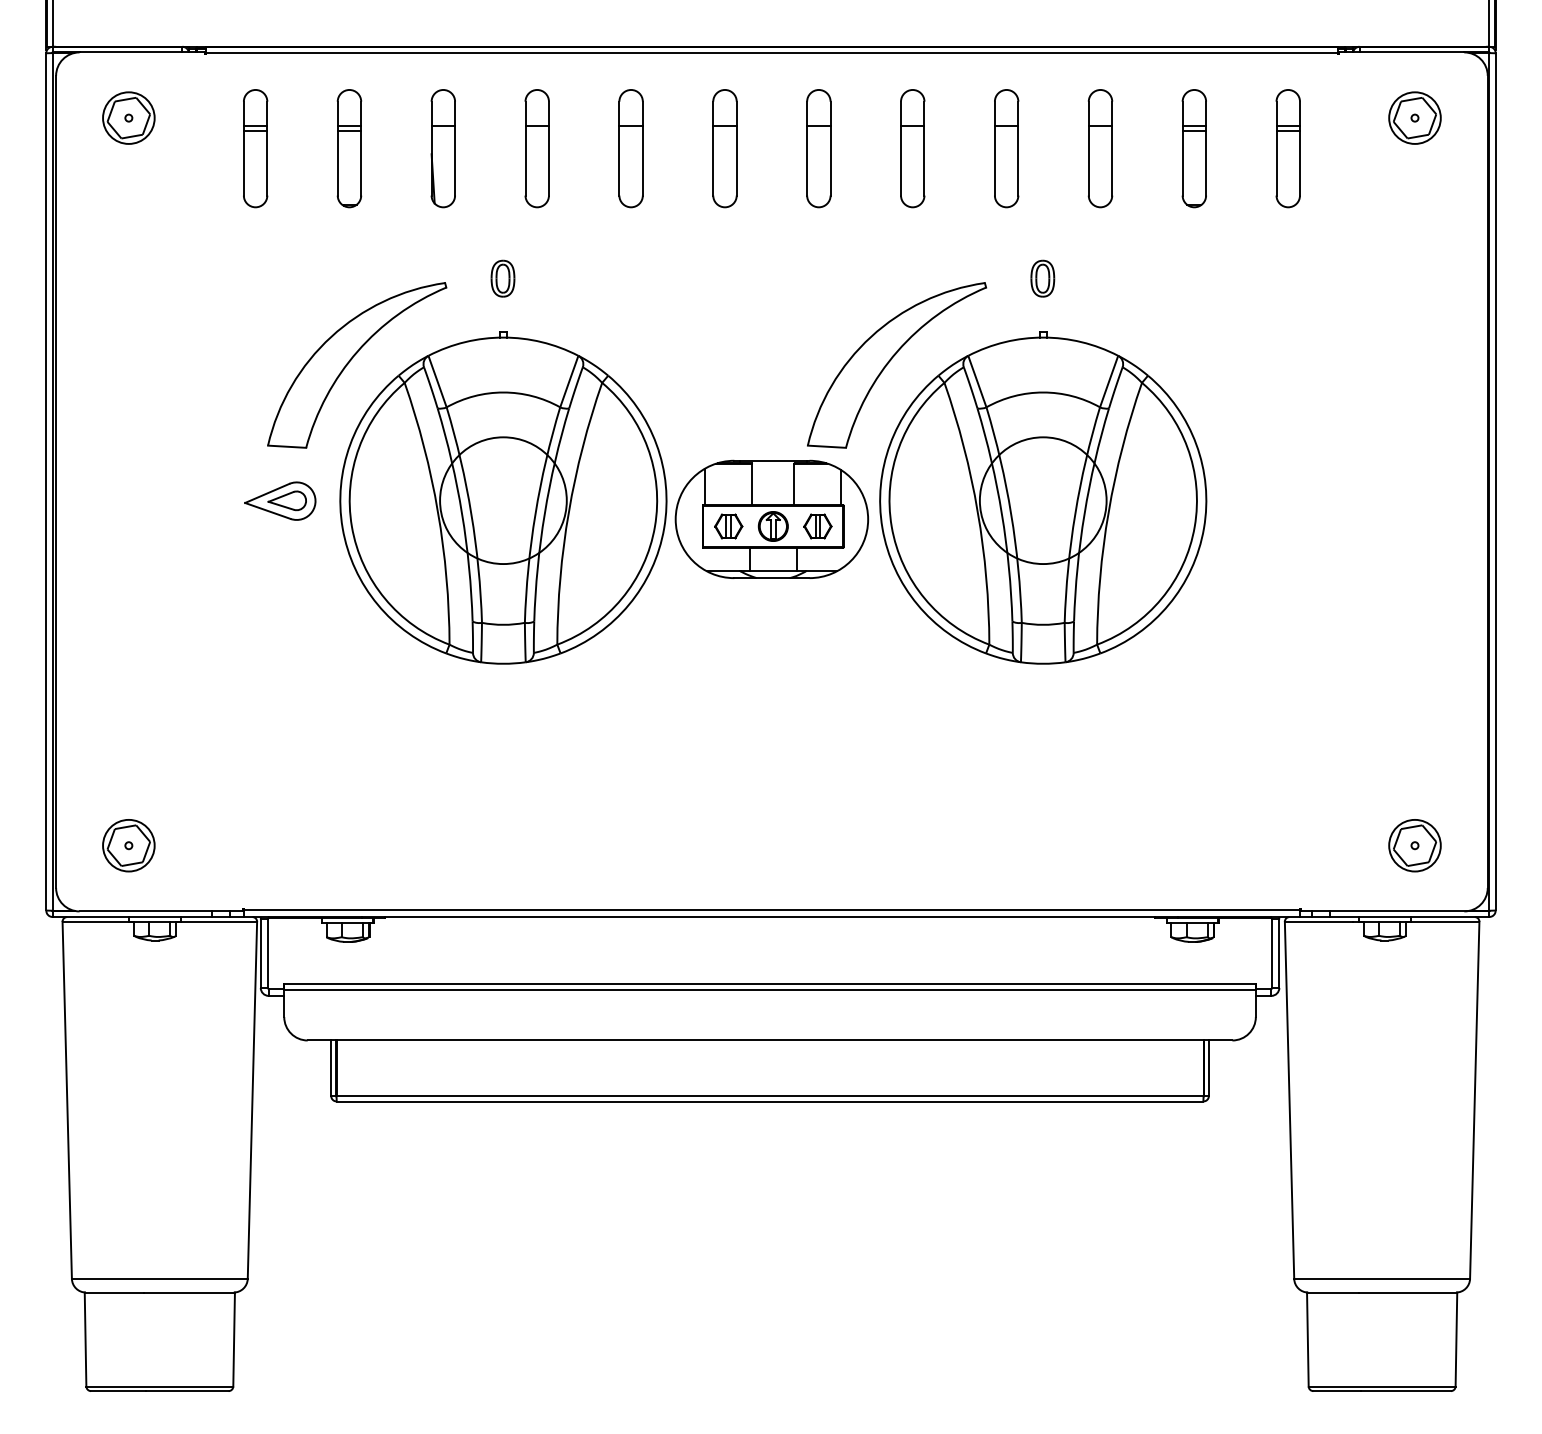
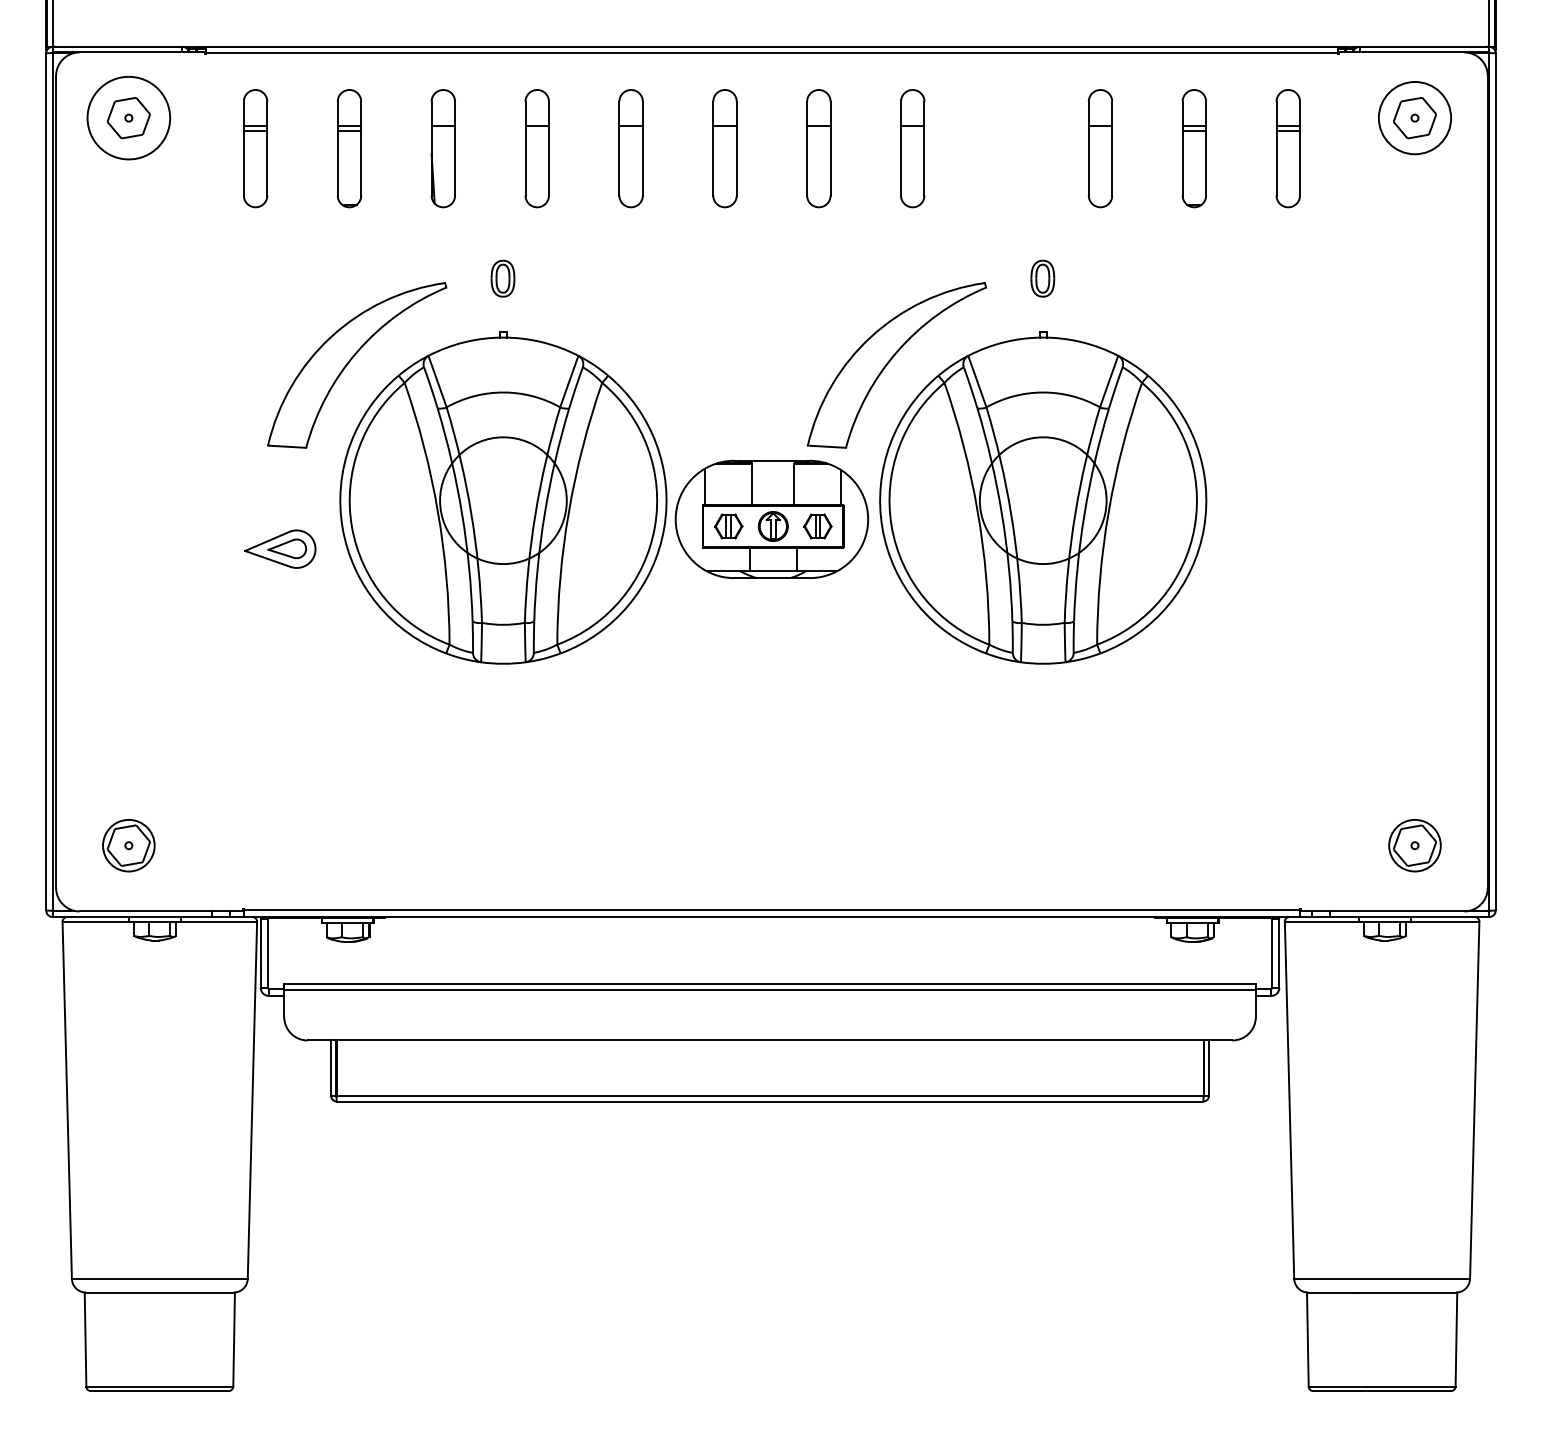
circle at (128, 117) diameter: 52 px -> 83 px
circle at (1414, 117) diameter: 52 px -> 72 px
part at (1006, 148): present -> none
part at (280, 500) position: (280, 500) -> (280, 548)
